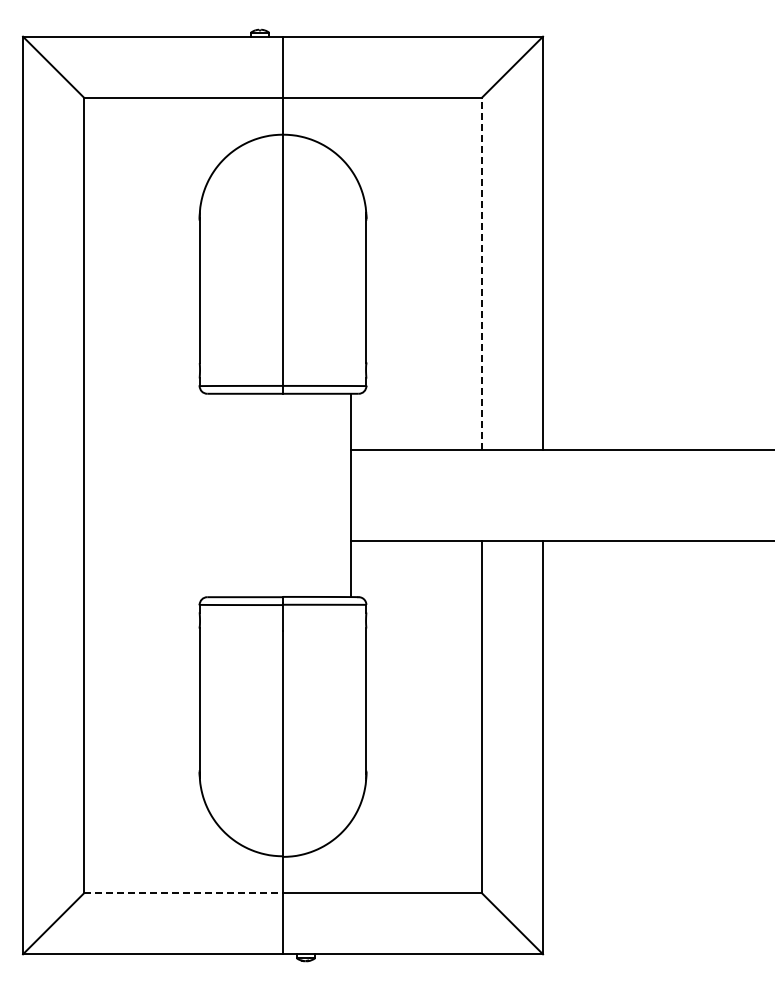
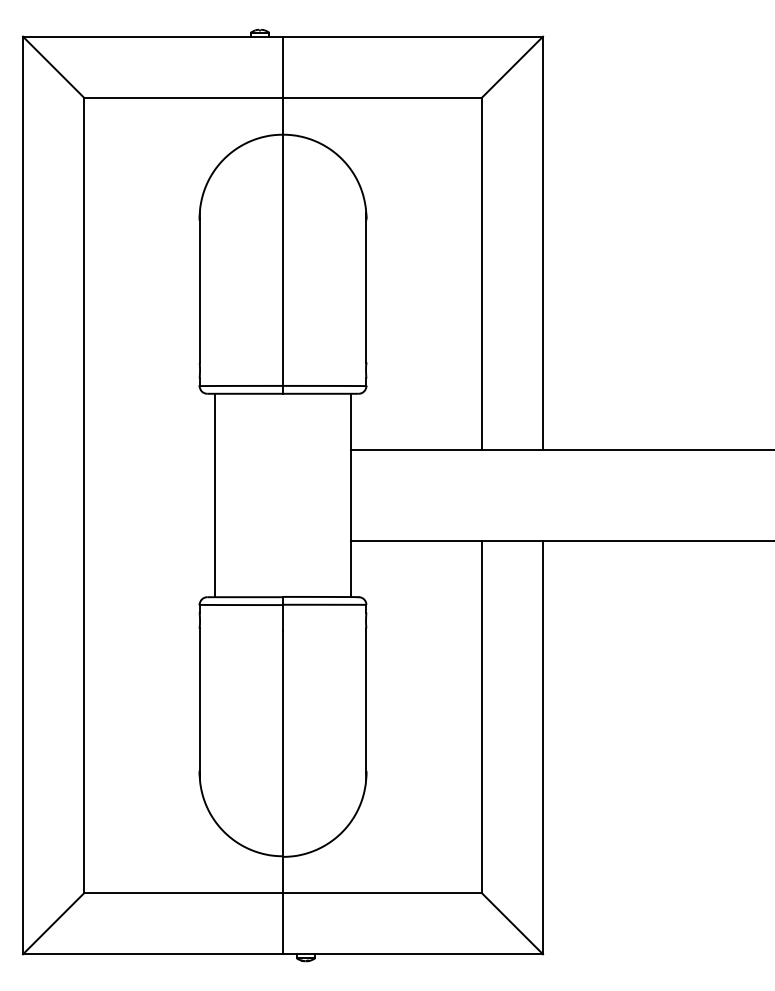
line at (481, 273): dashed -> solid
line at (214, 495): none -> present
line at (184, 893): dashed -> solid
